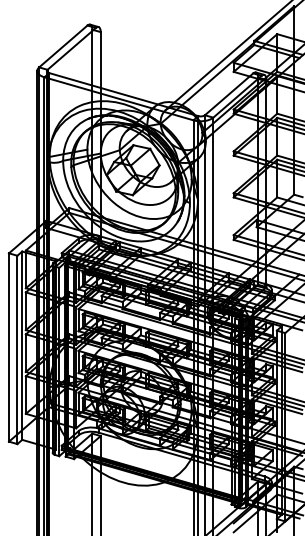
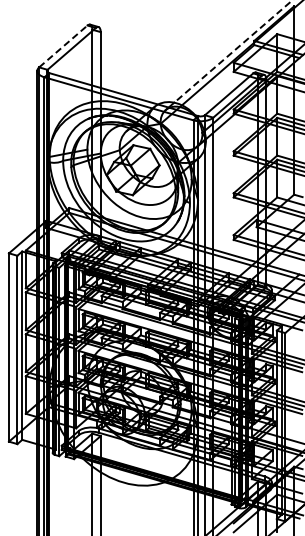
line at (63, 46): solid -> dashed
line at (233, 51): solid -> dashed
